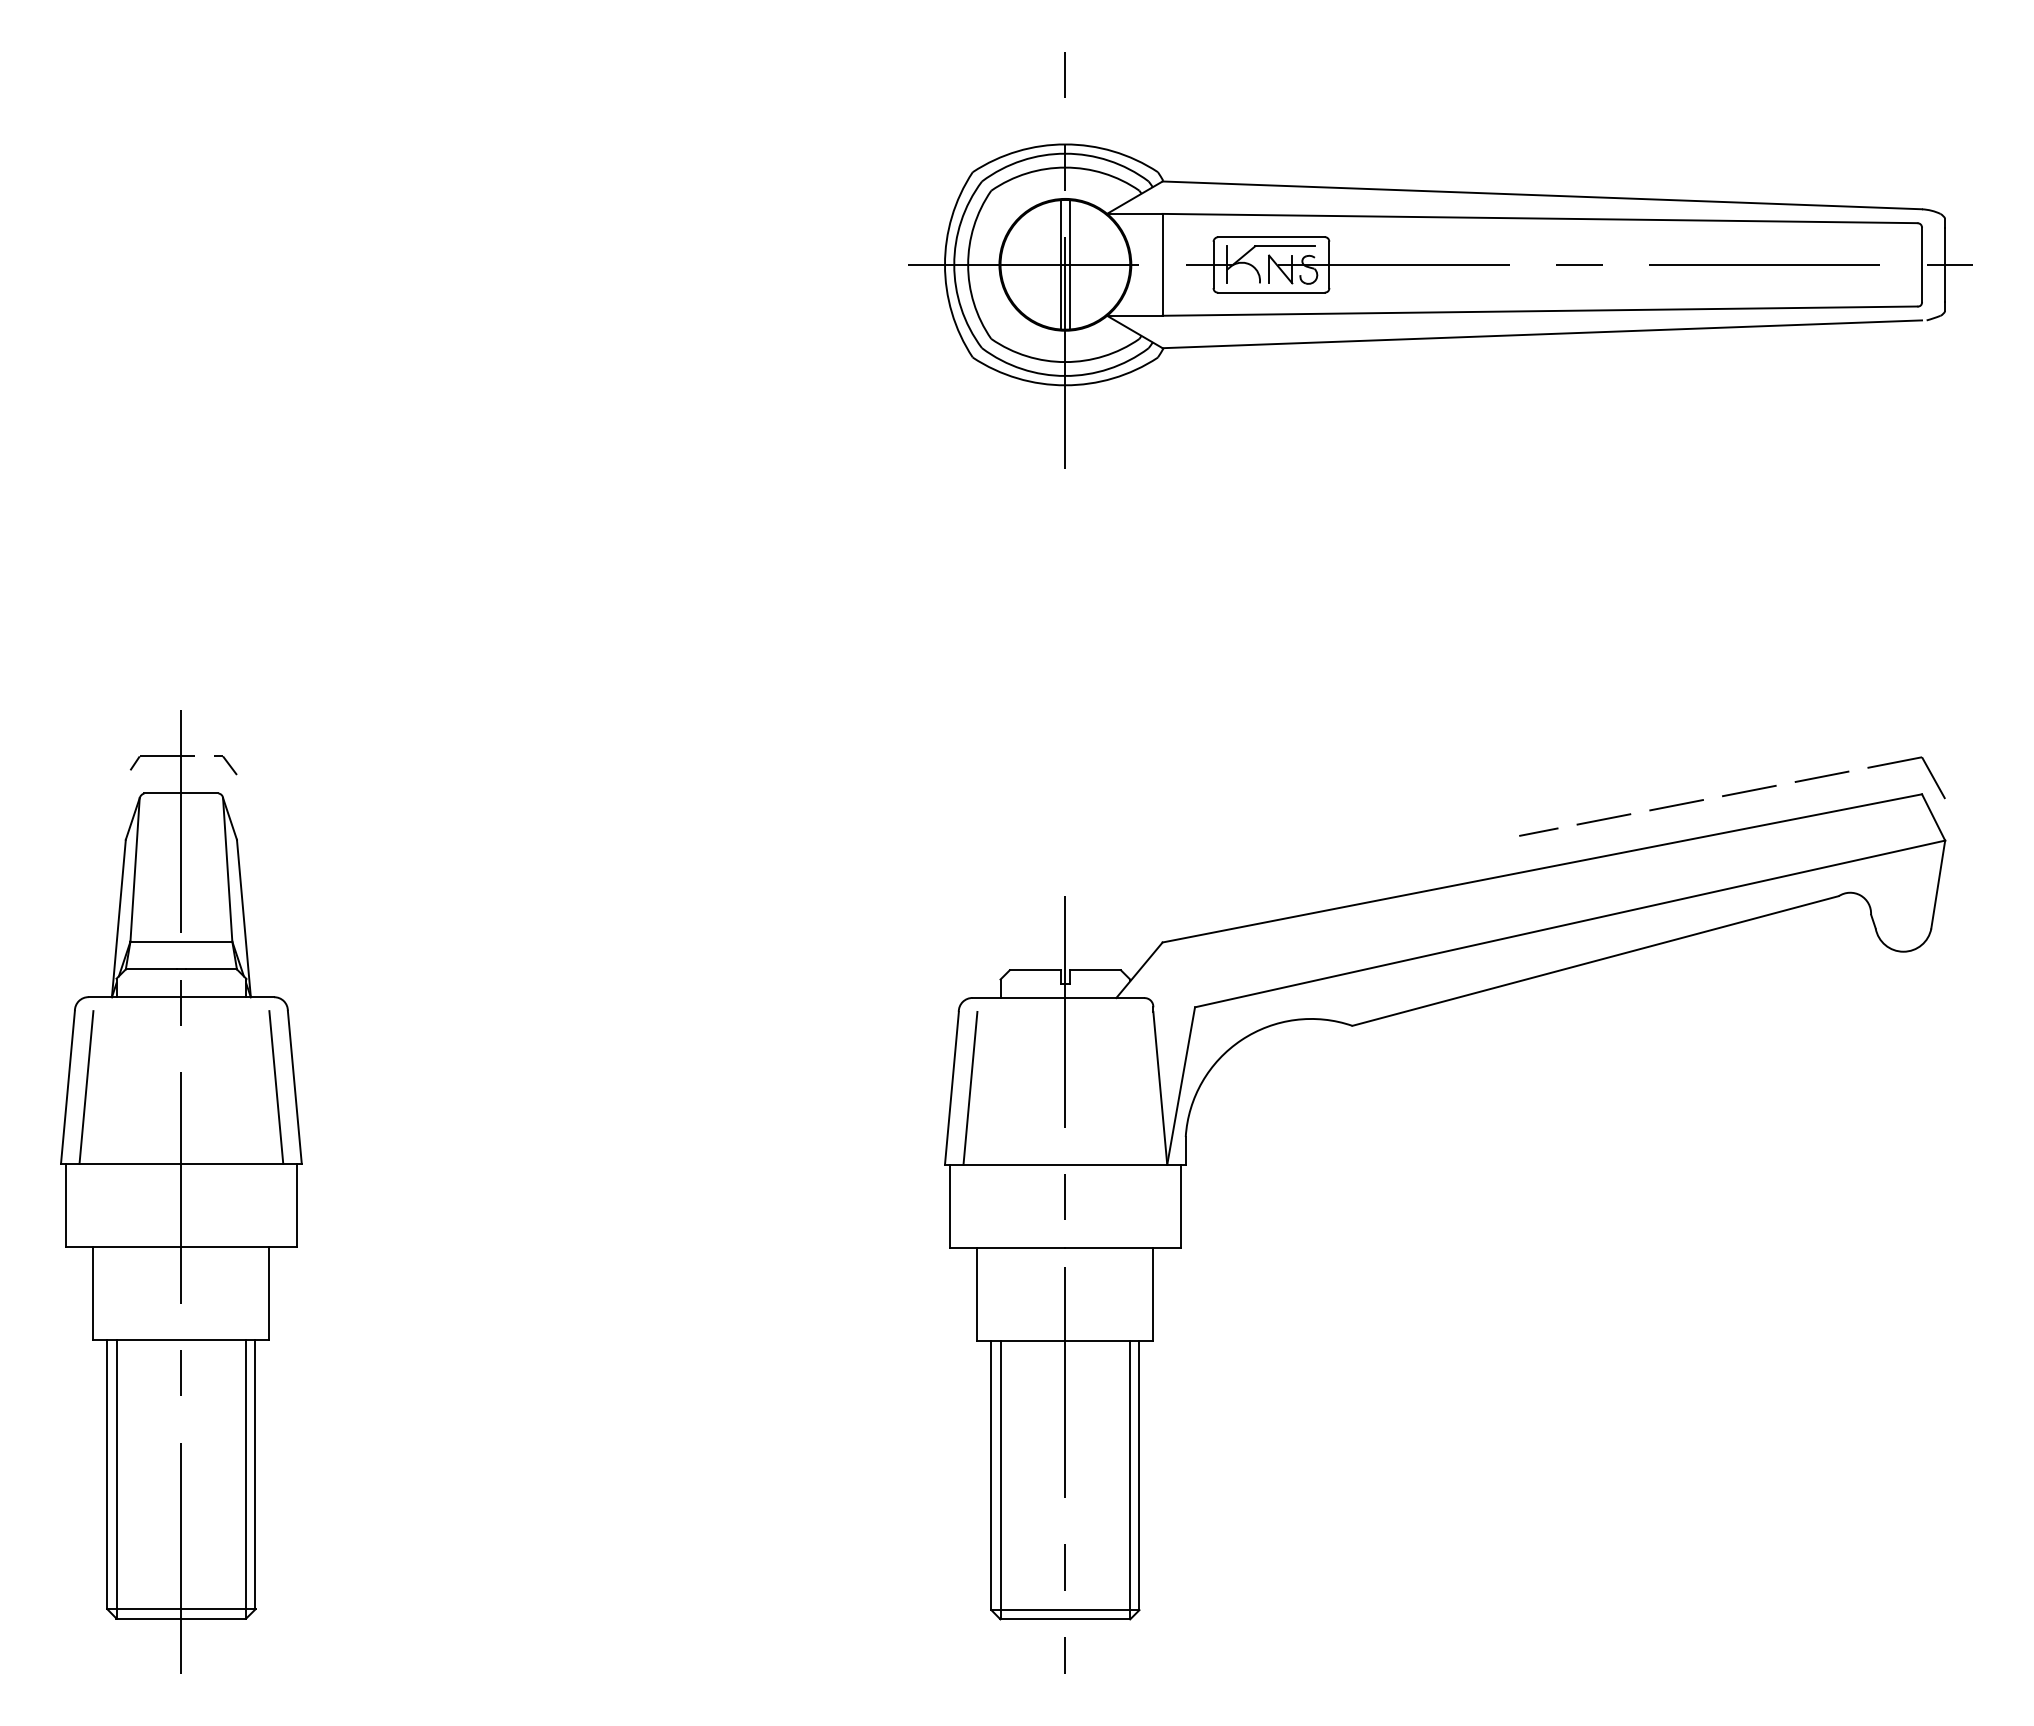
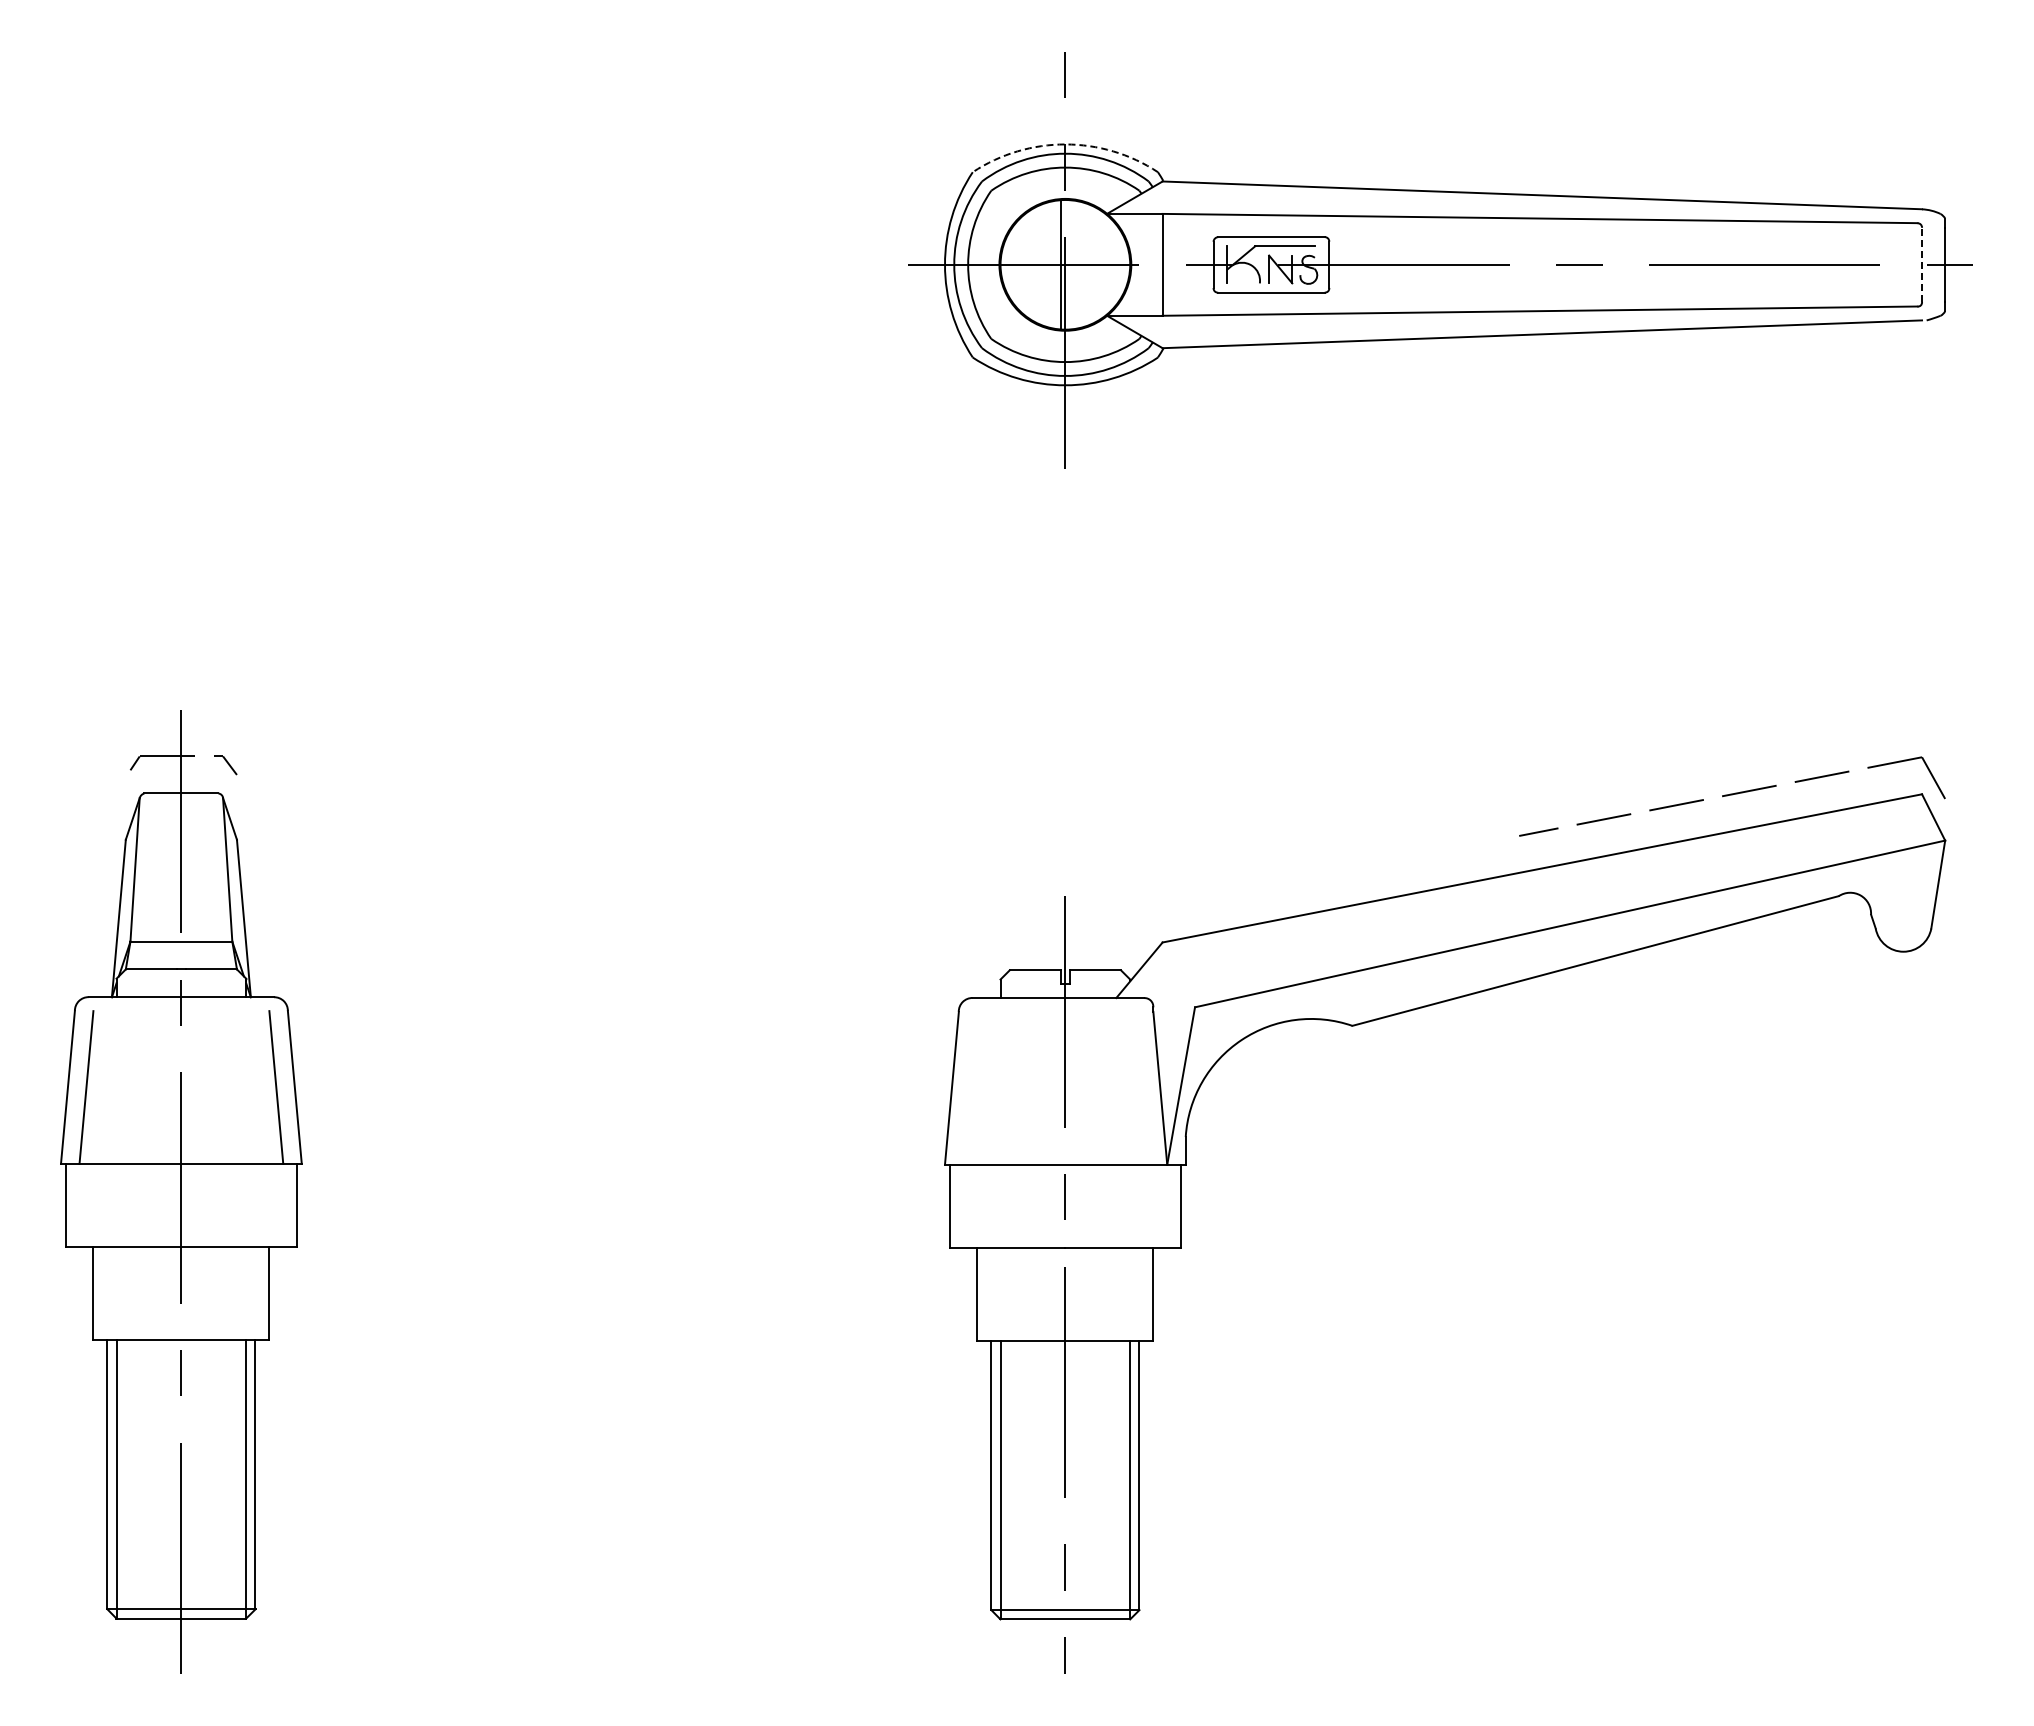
arc at (1065, 144): solid -> dashed
line at (1070, 264): present -> none
line at (1922, 264): solid -> dashed
line at (970, 1087): present -> none
